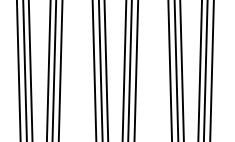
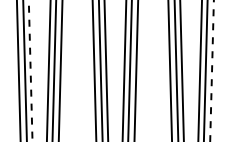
line at (30, 70): solid -> dashed
line at (212, 70): solid -> dashed
